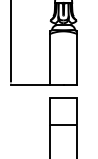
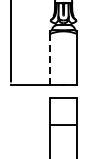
line at (49, 58): solid -> dashed
